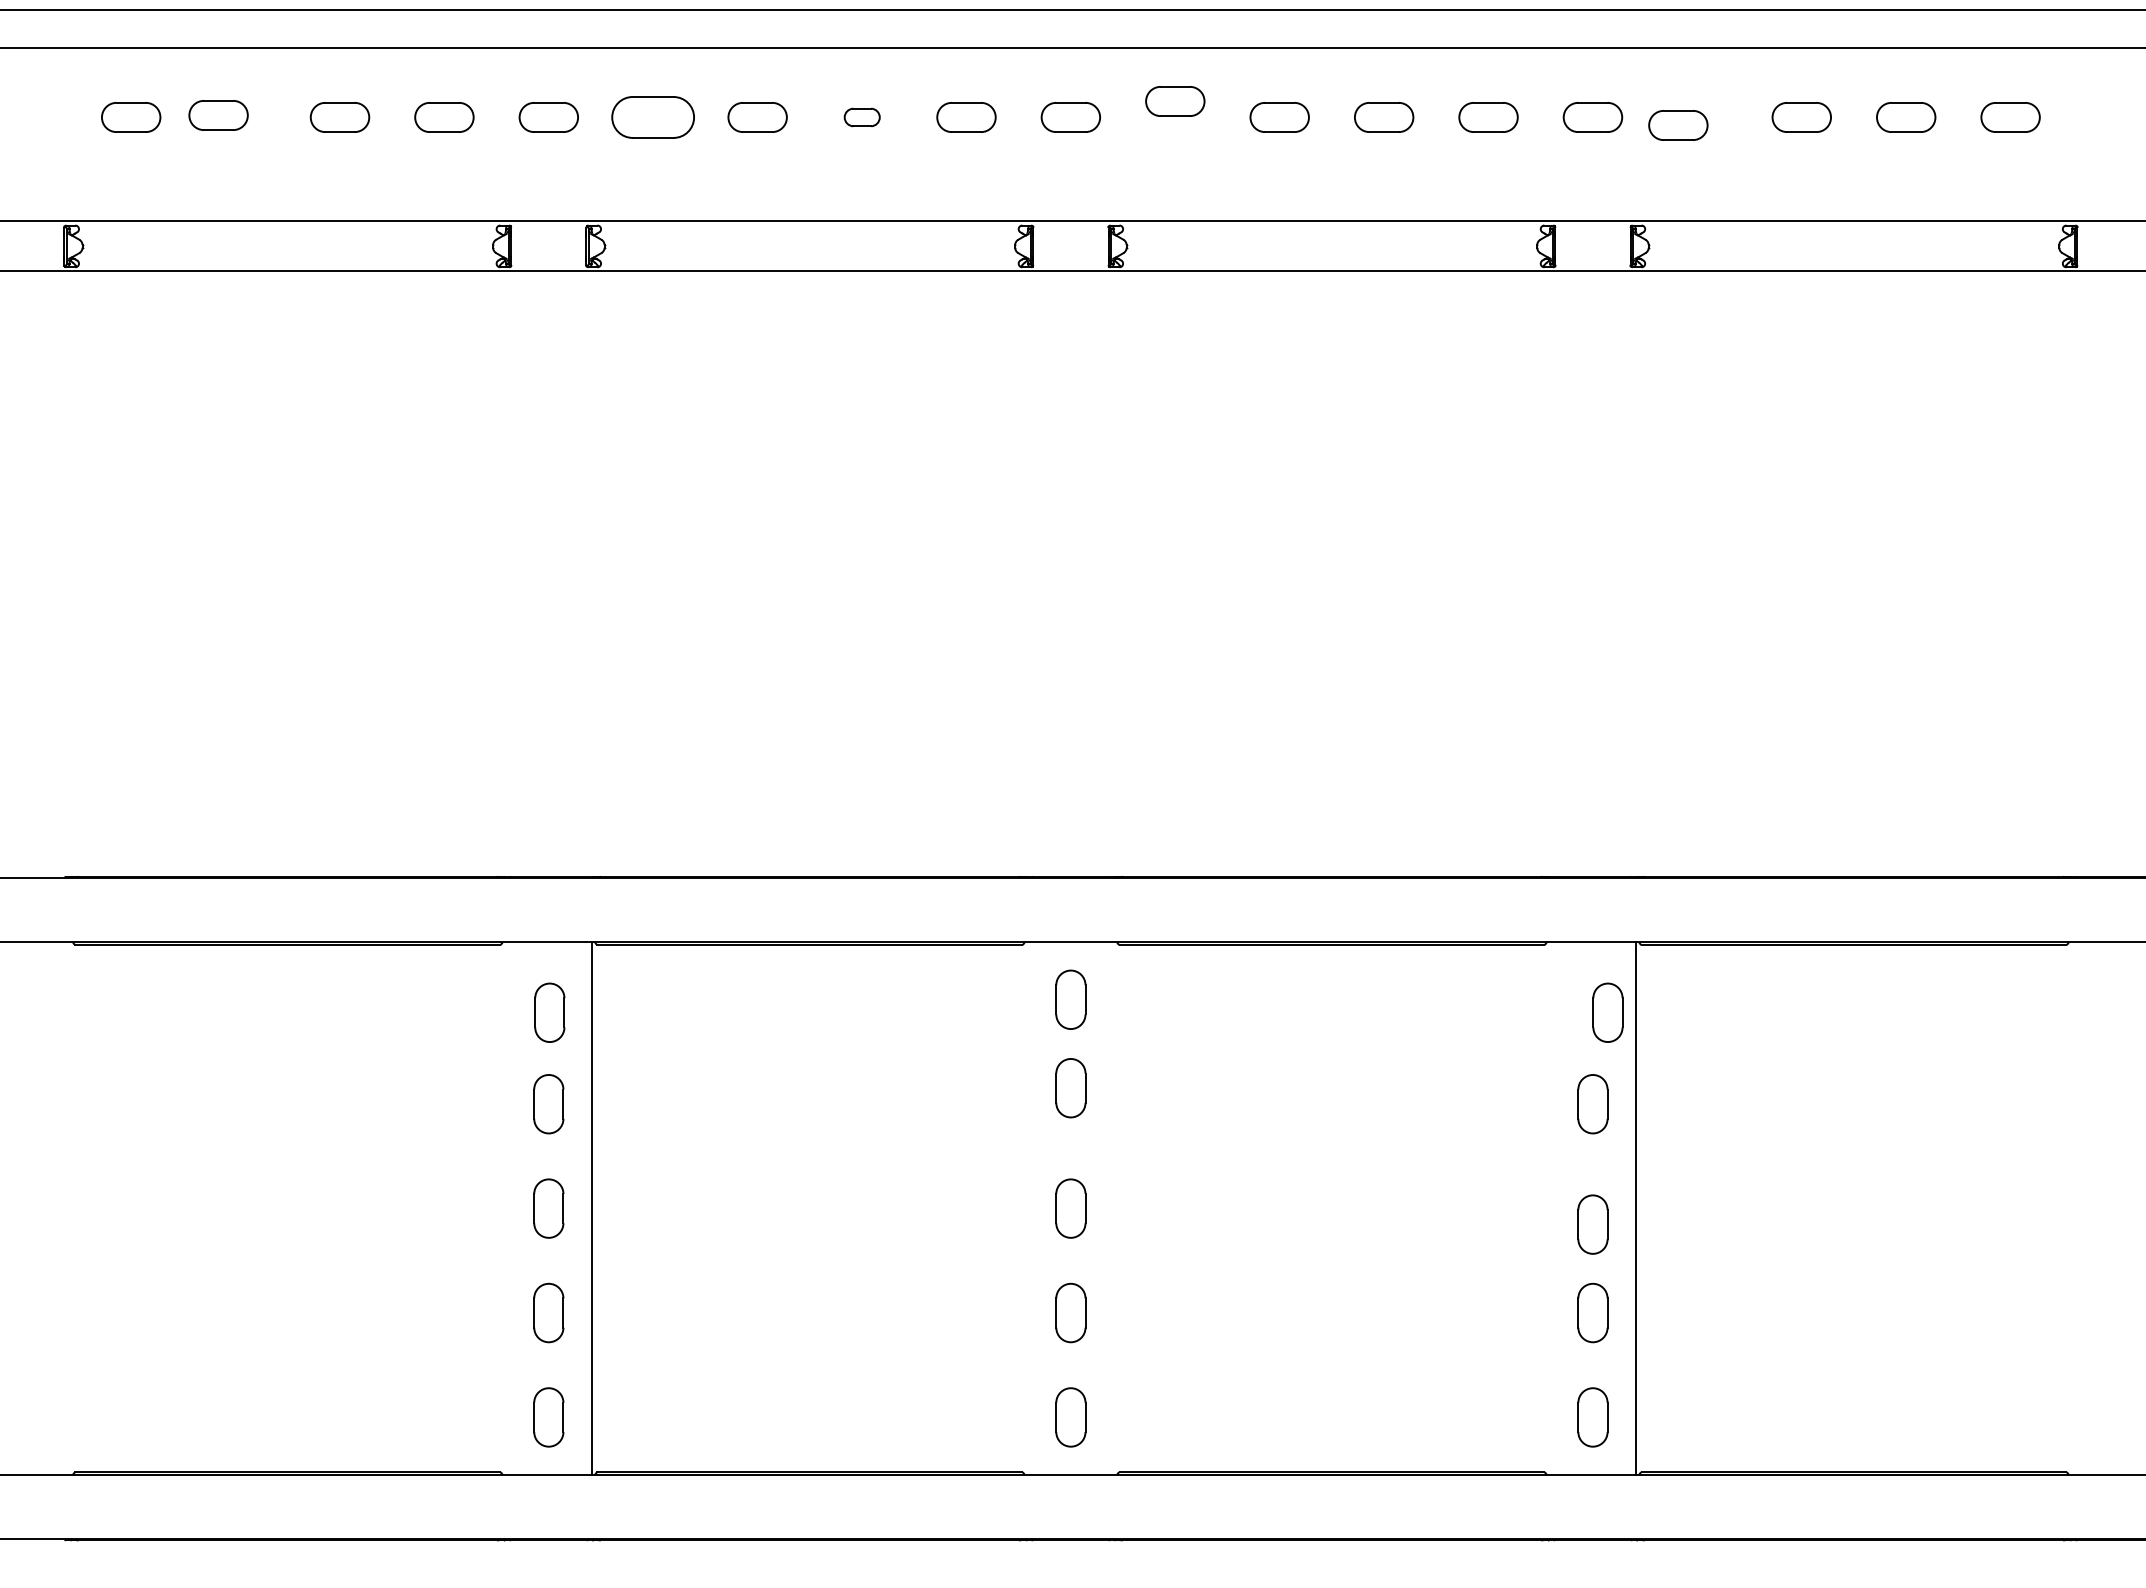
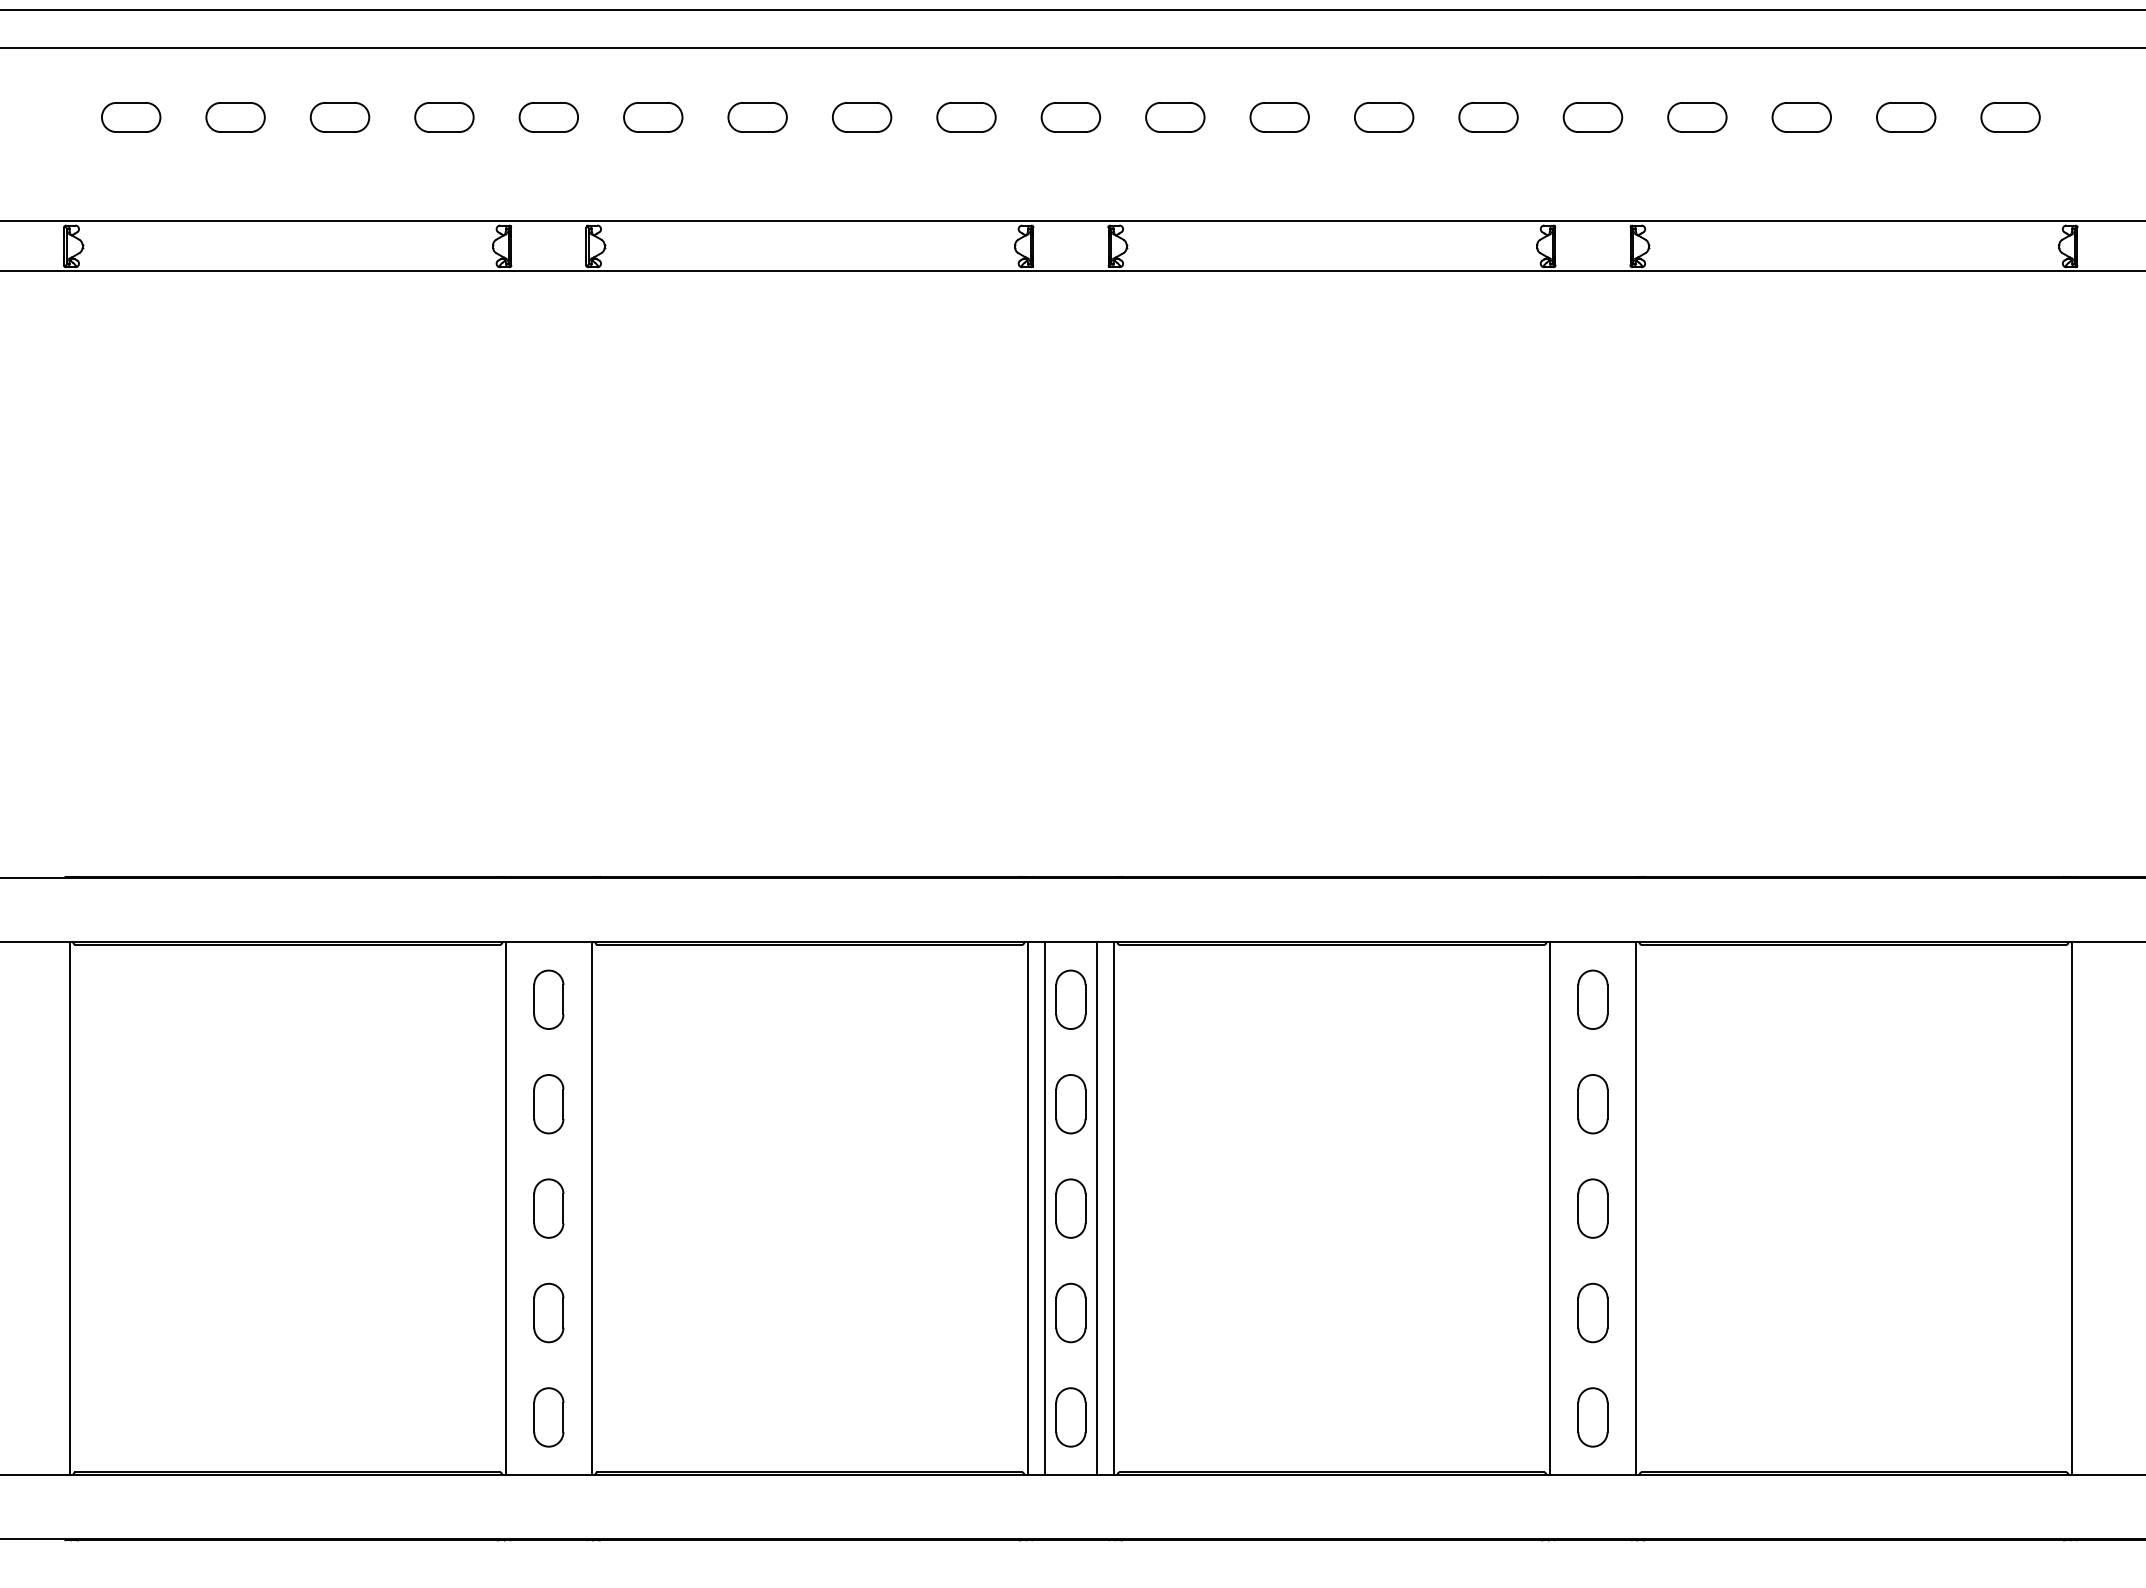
part at (1175, 101) position: (1175, 101) -> (1175, 117)
part at (218, 115) position: (218, 115) -> (235, 117)
part at (652, 117) size: 84x43 px -> 61x31 px
part at (861, 117) size: 38x21 px -> 61x31 px
part at (1678, 125) position: (1678, 125) -> (1697, 117)
part at (549, 1012) position: (549, 1012) -> (548, 999)
part at (1607, 1012) position: (1607, 1012) -> (1592, 999)
part at (1070, 1088) position: (1070, 1088) -> (1070, 1104)
line at (69, 1208): none -> present
line at (506, 1208): none -> present
line at (1028, 1208): none -> present
line at (1045, 1208): none -> present
line at (1096, 1208): none -> present
line at (1113, 1208): none -> present
line at (1550, 1208): none -> present
line at (2072, 1208): none -> present
part at (1592, 1224) position: (1592, 1224) -> (1592, 1208)
